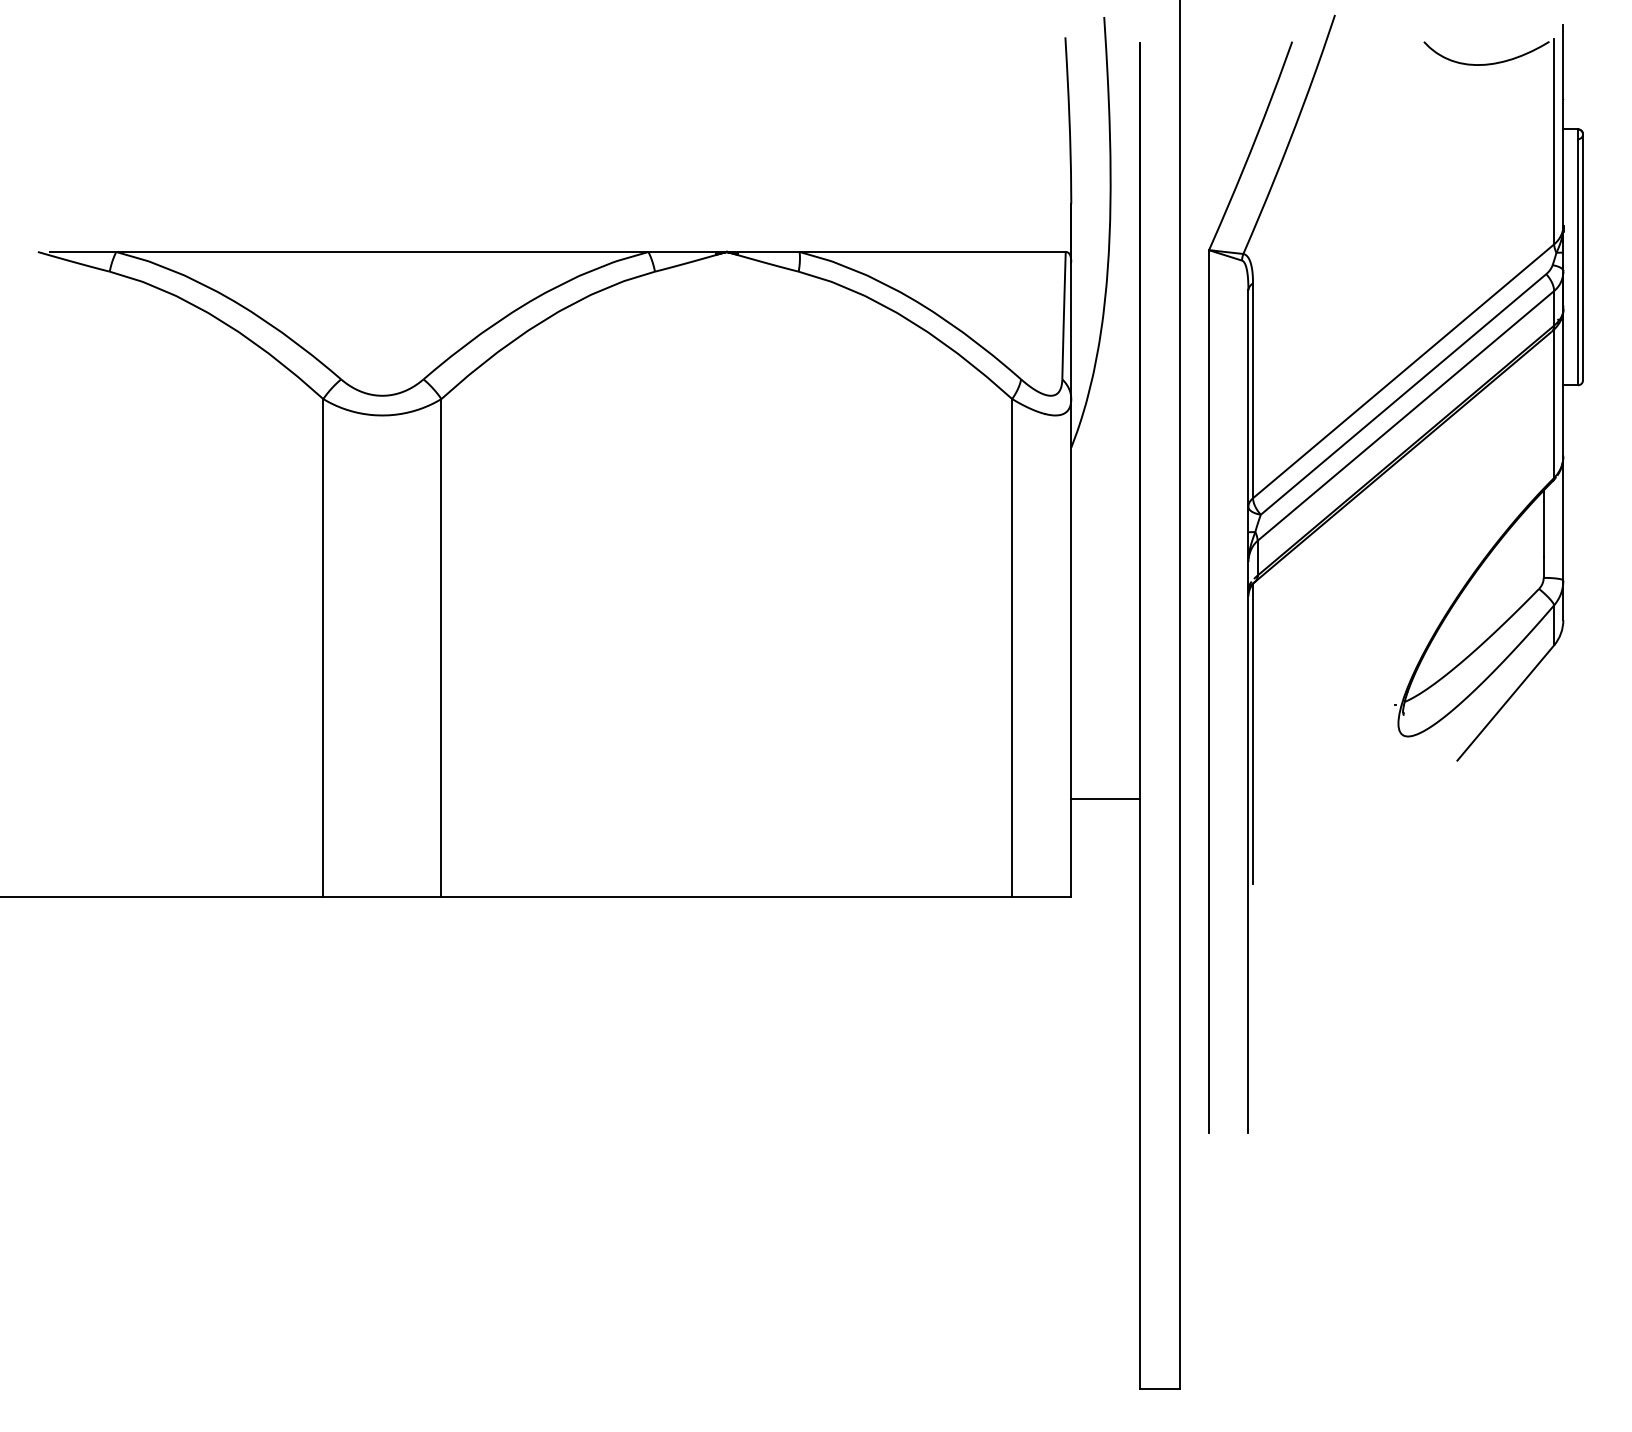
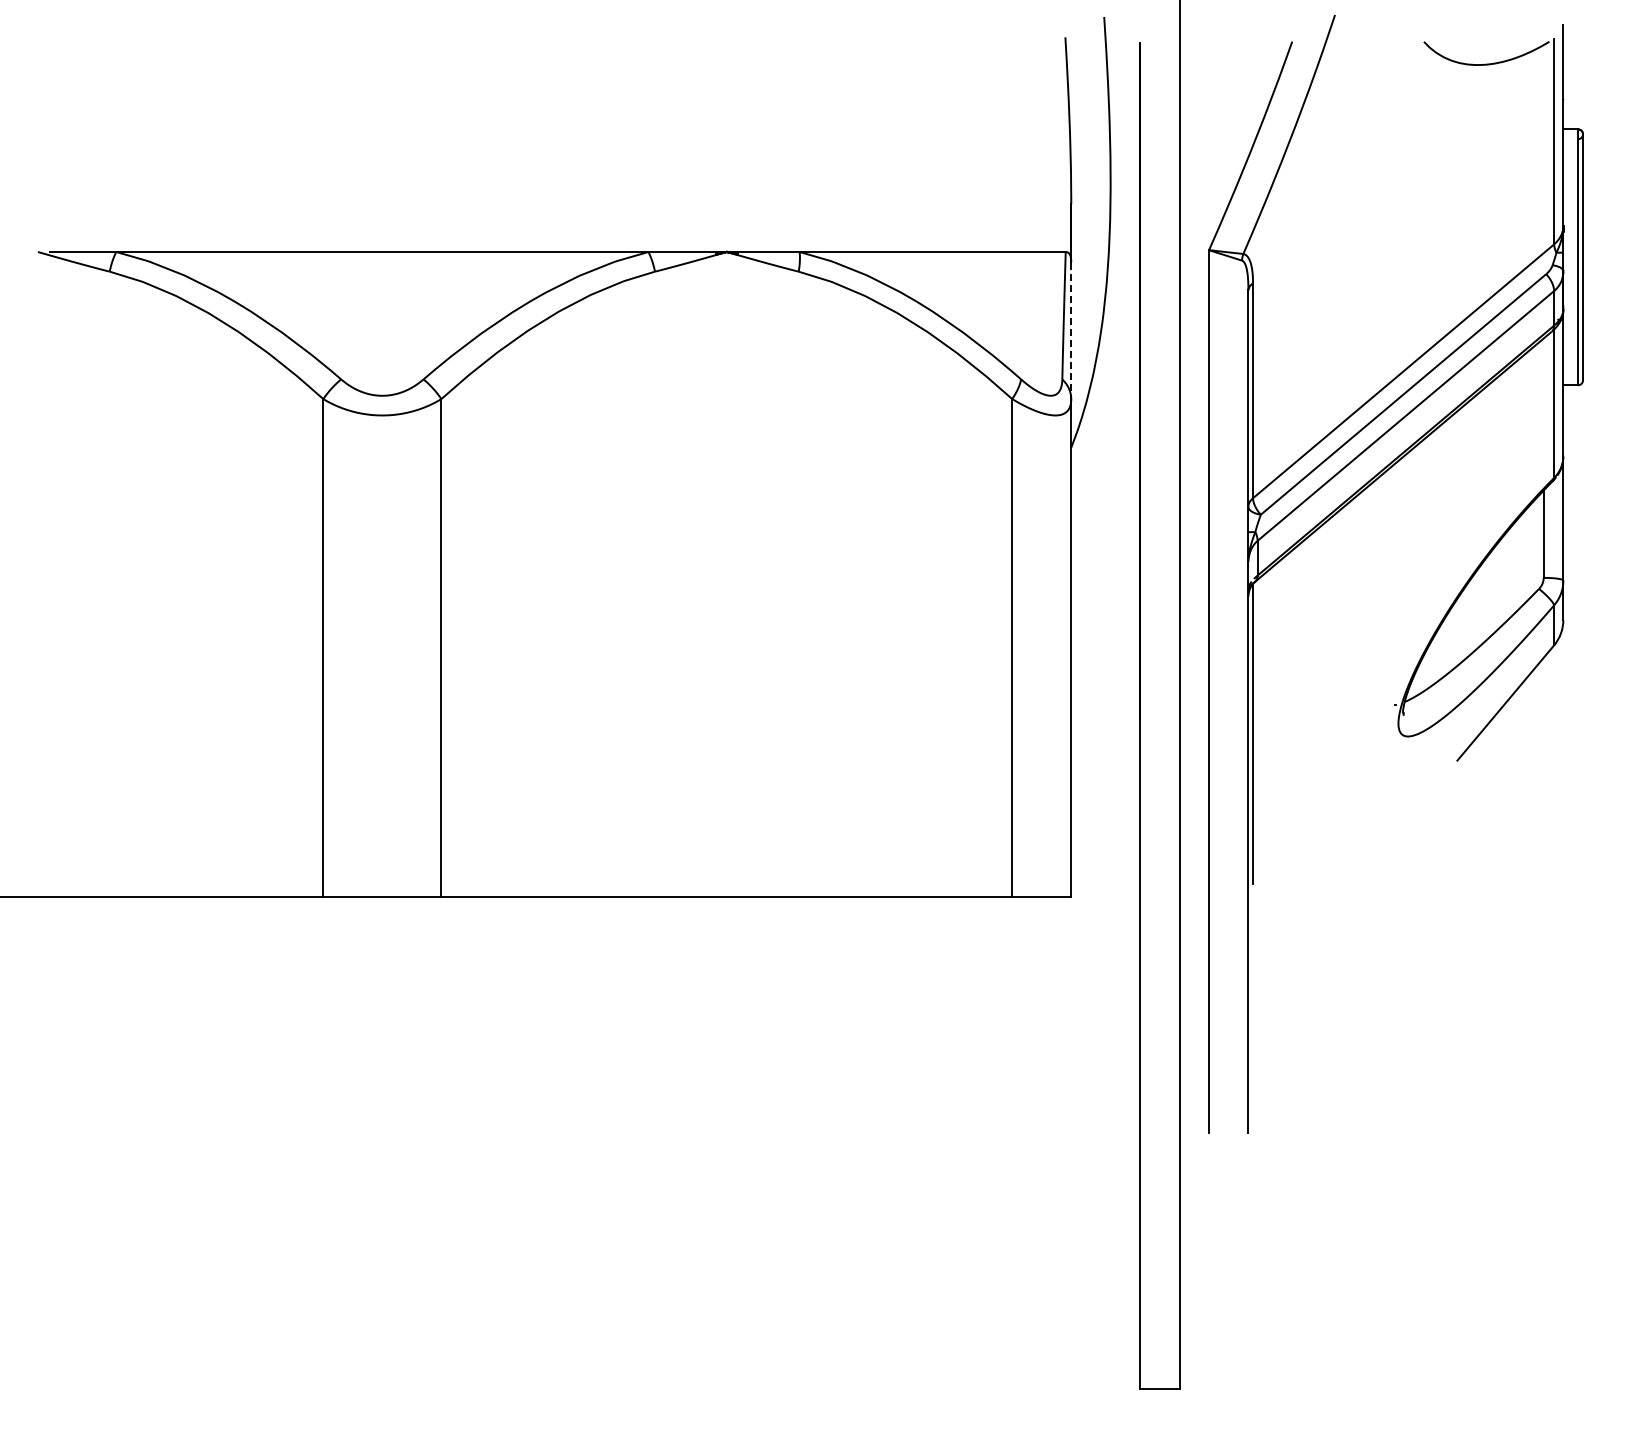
line at (1071, 331): solid -> dashed
line at (1105, 798): present -> none
